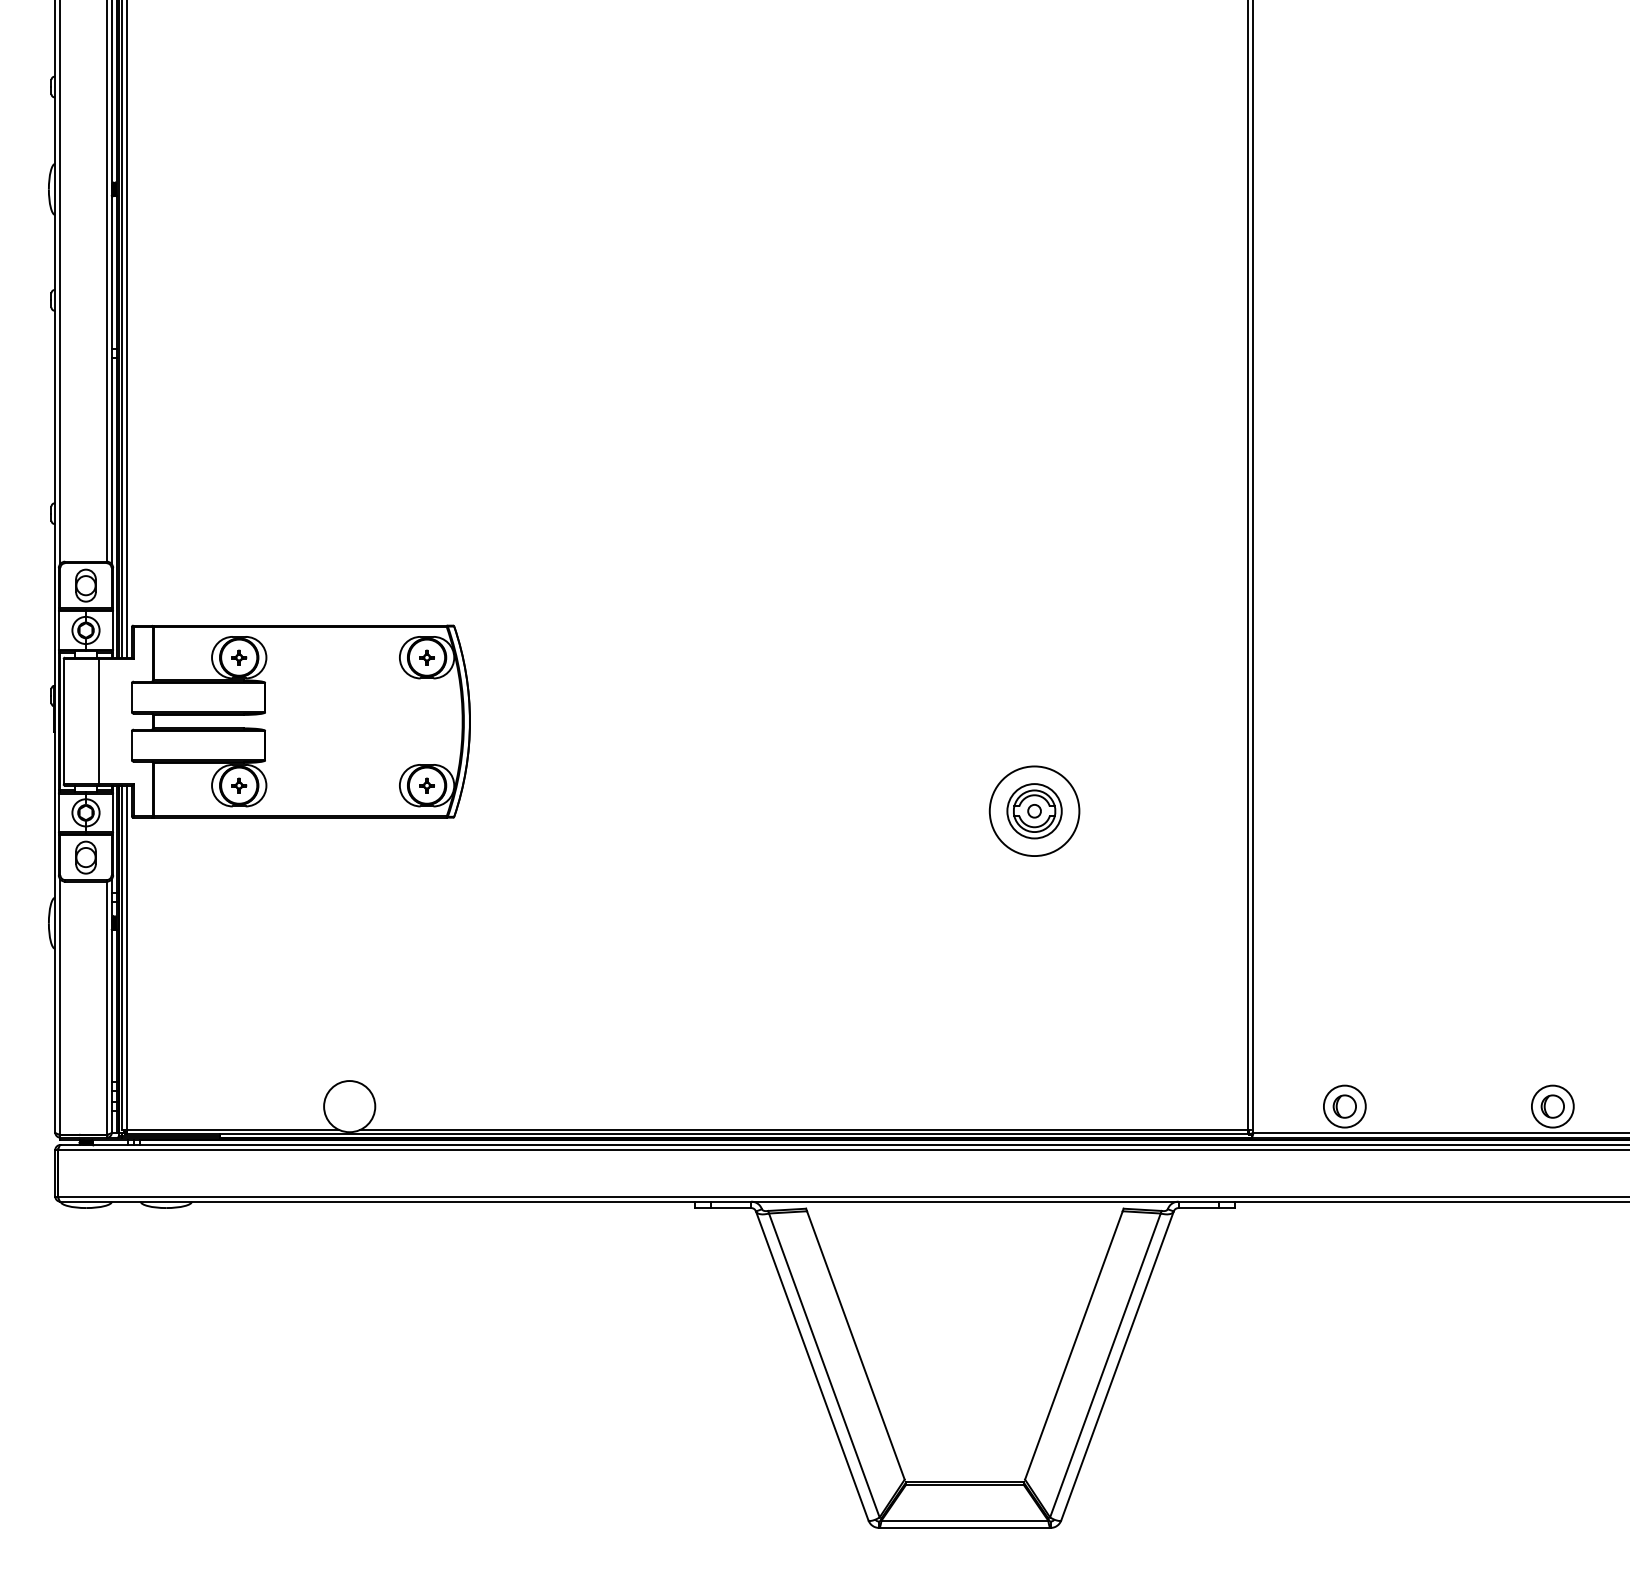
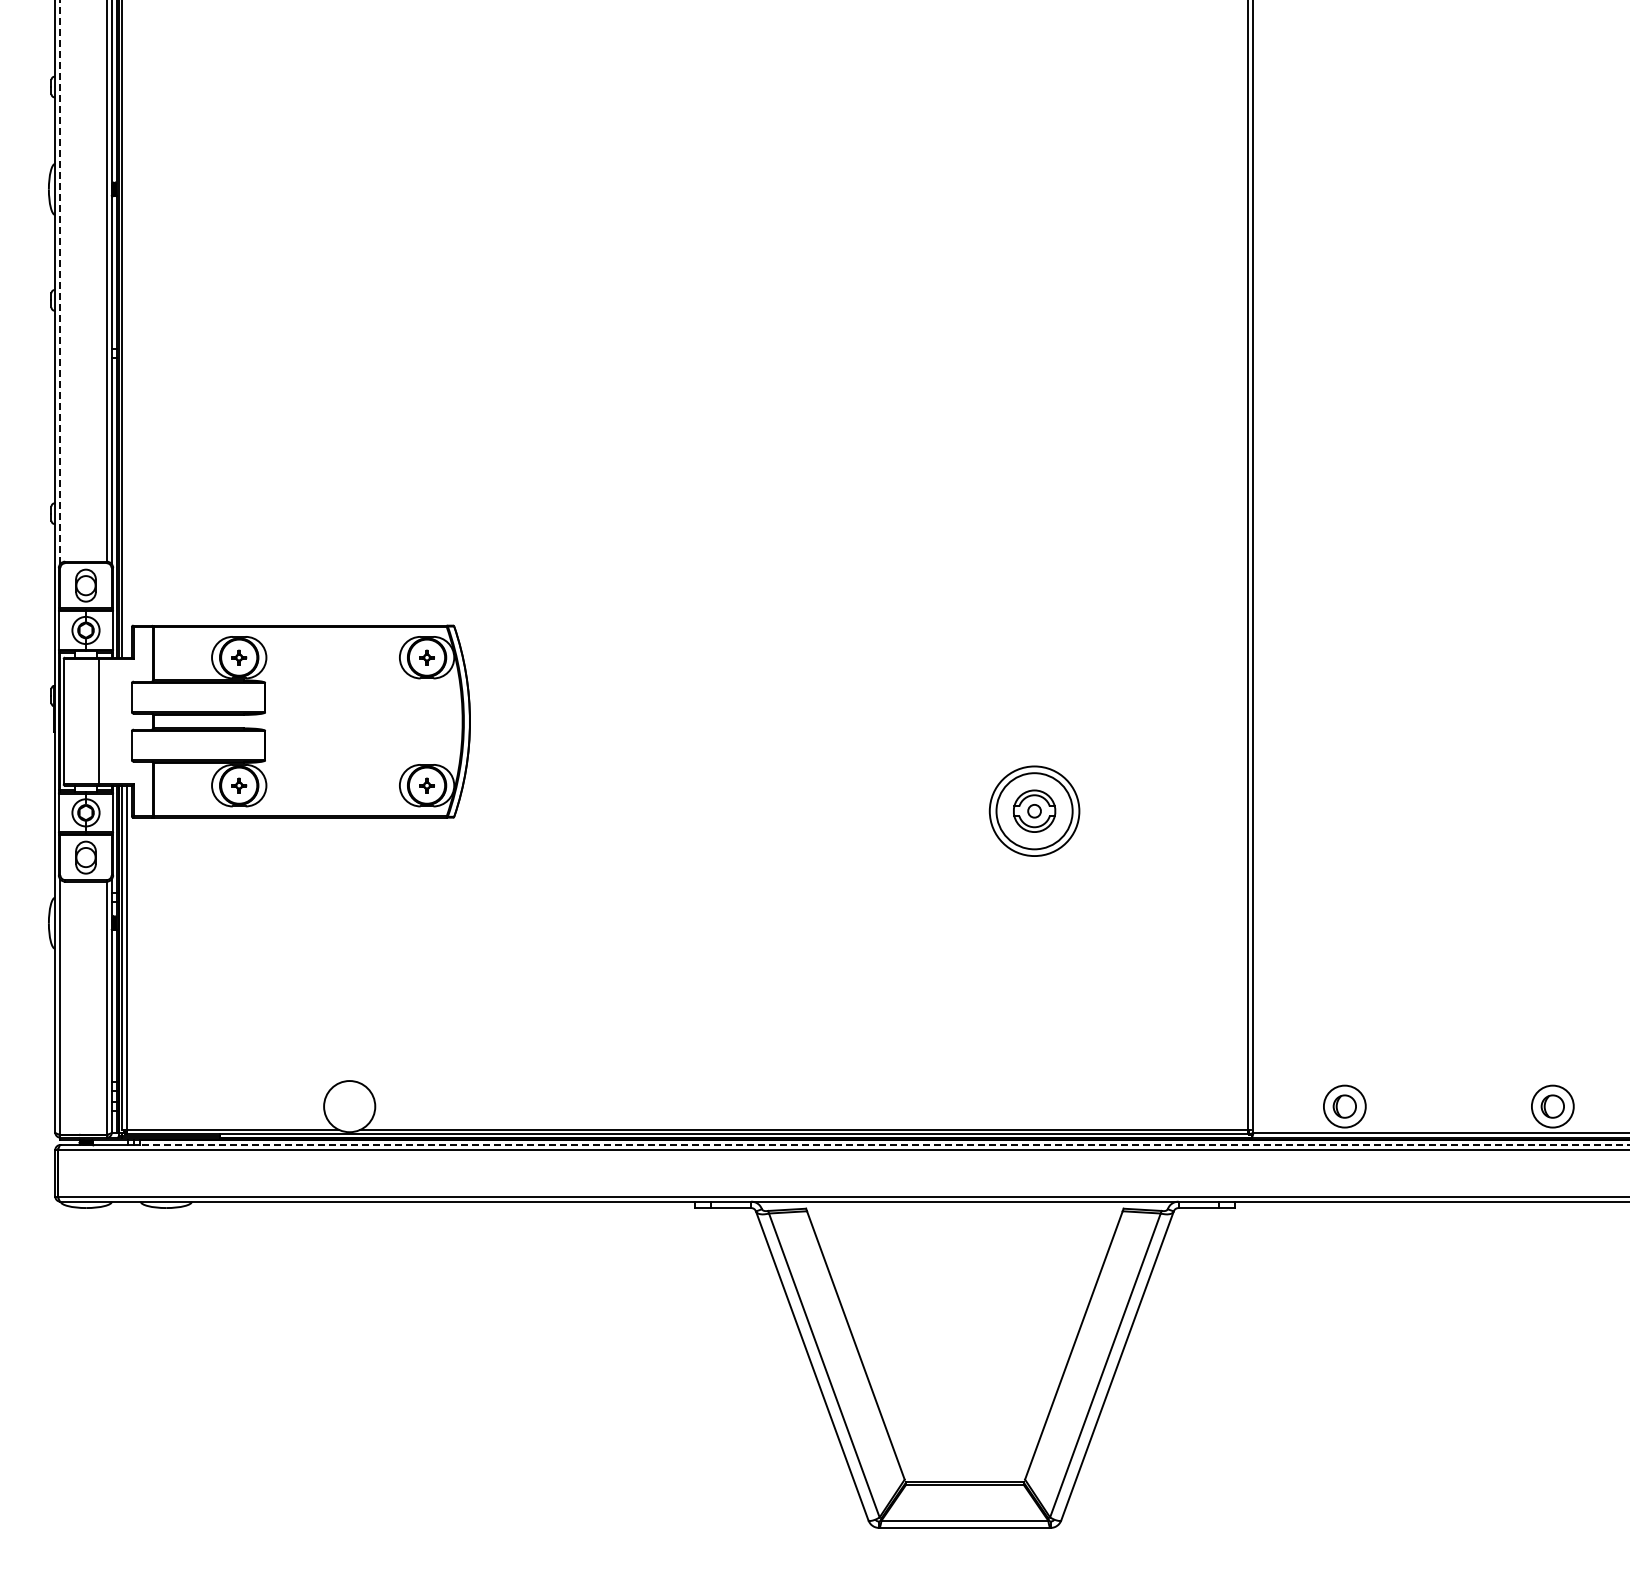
line at (60, 281): solid -> dashed
line at (127, 329): present -> none
circle at (1034, 811) diameter: 54 px -> 76 px
line at (884, 1145): solid -> dashed
